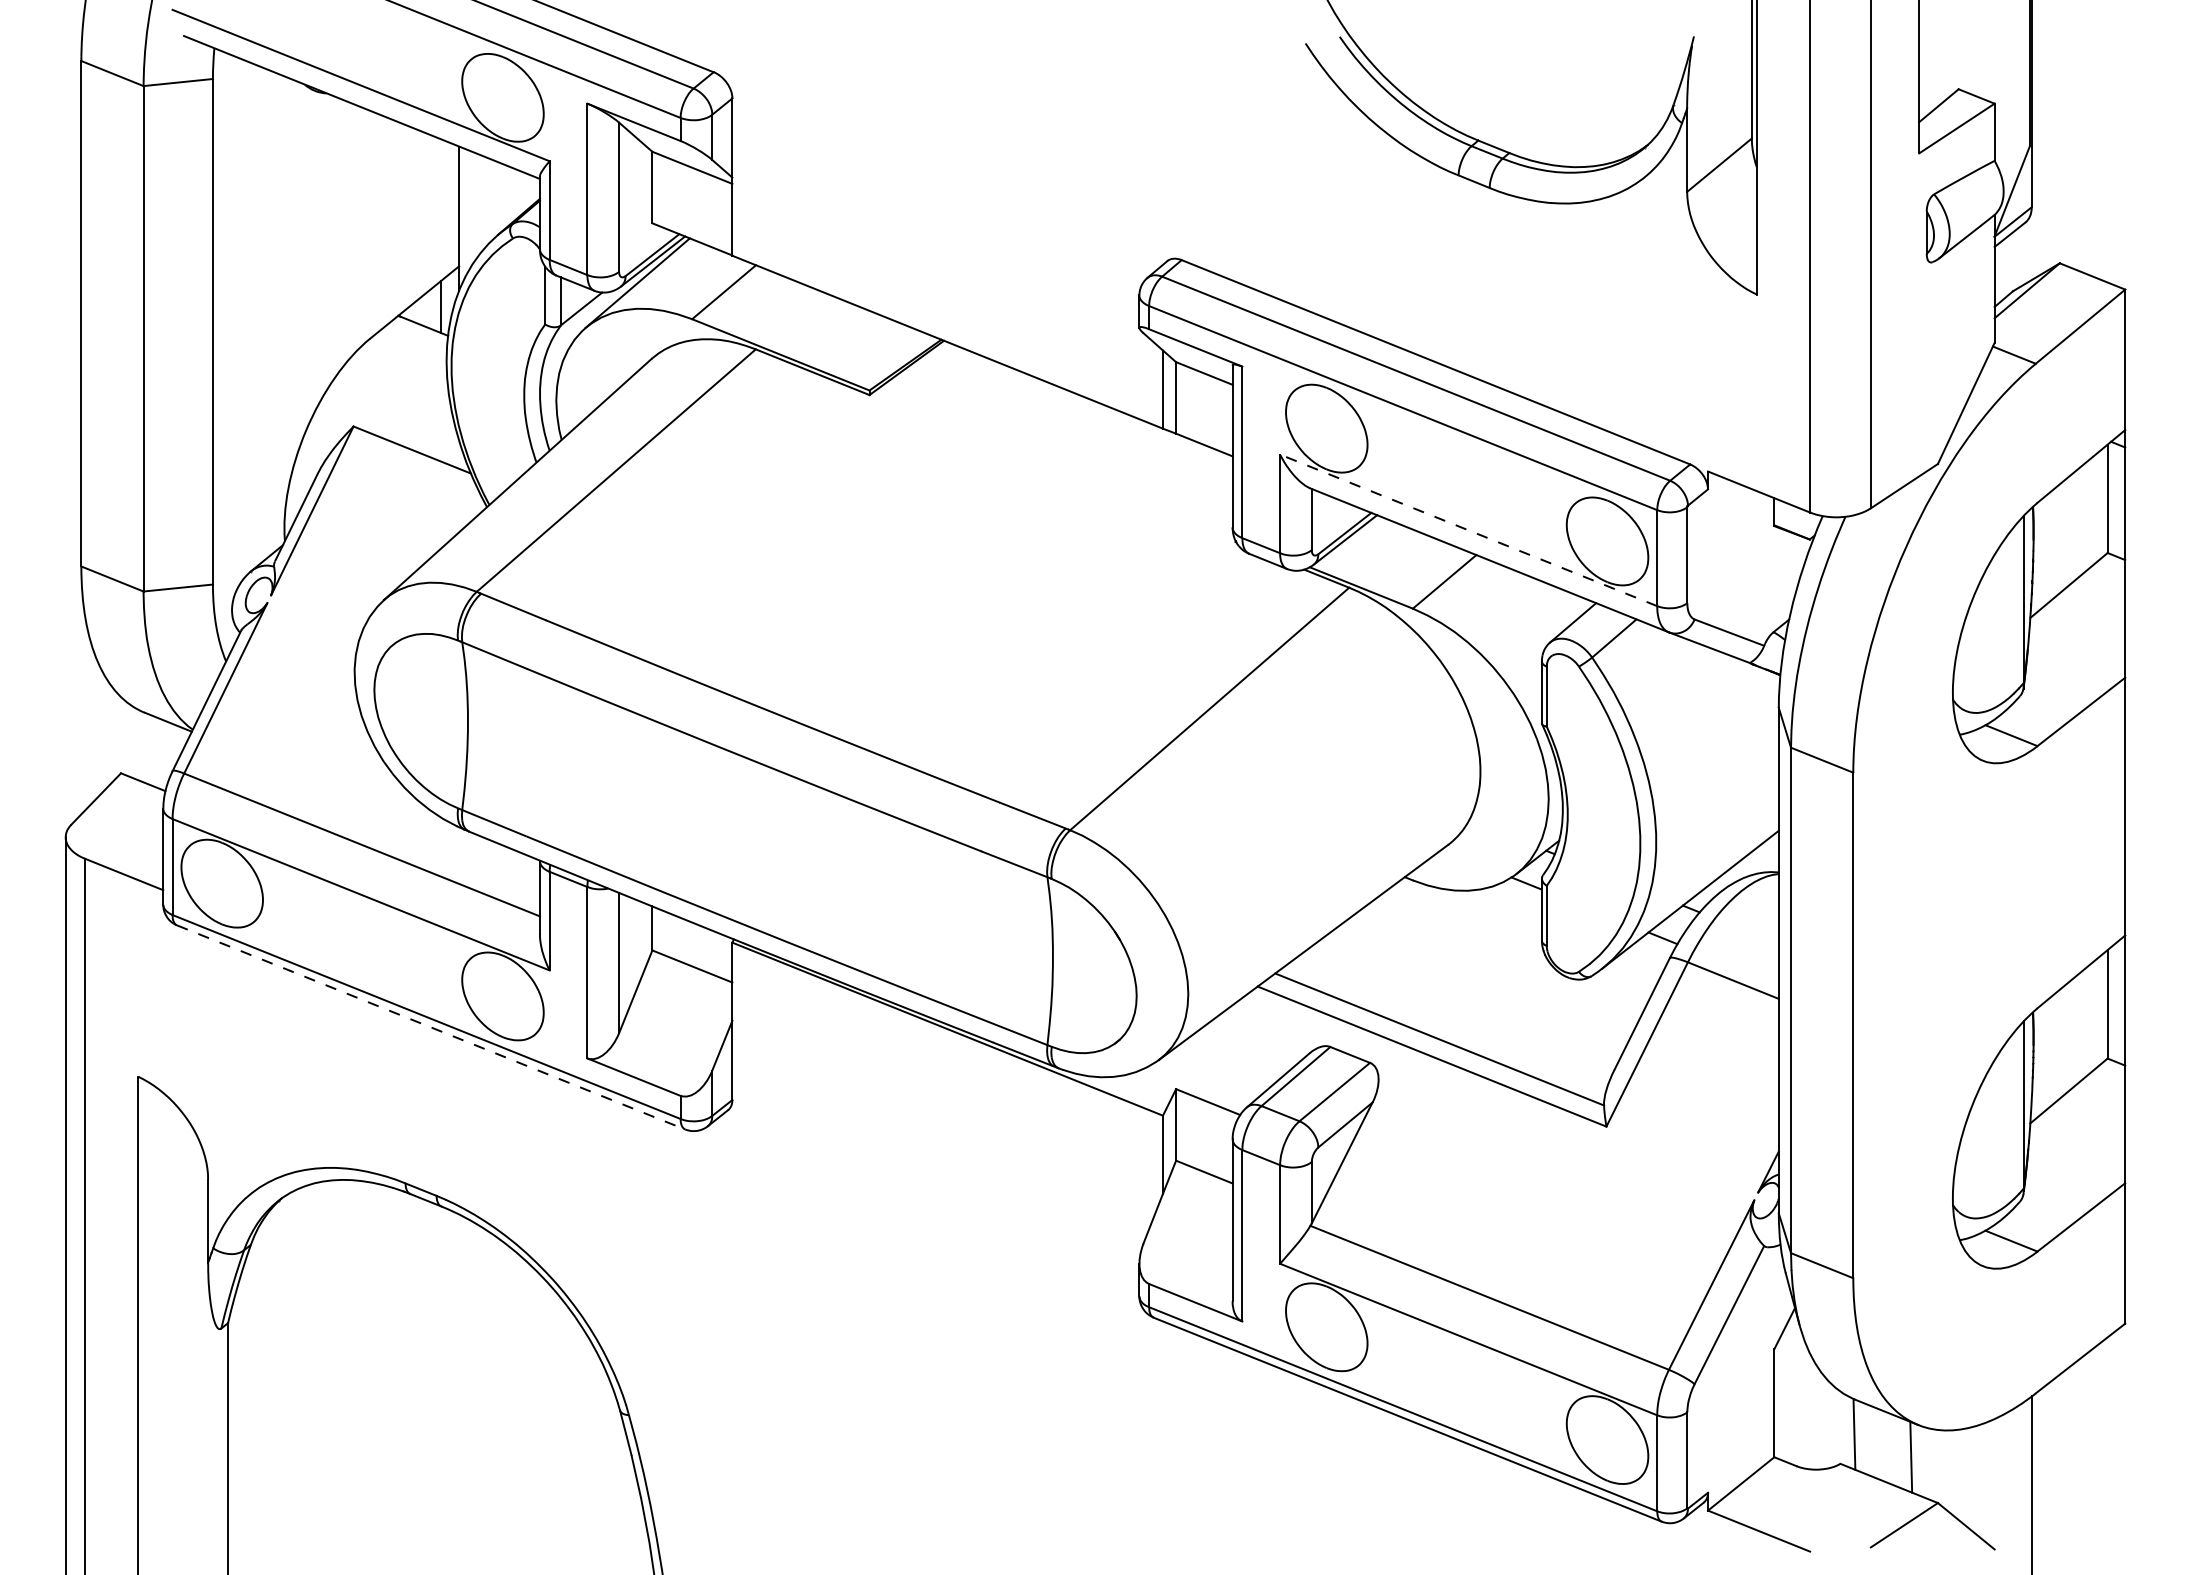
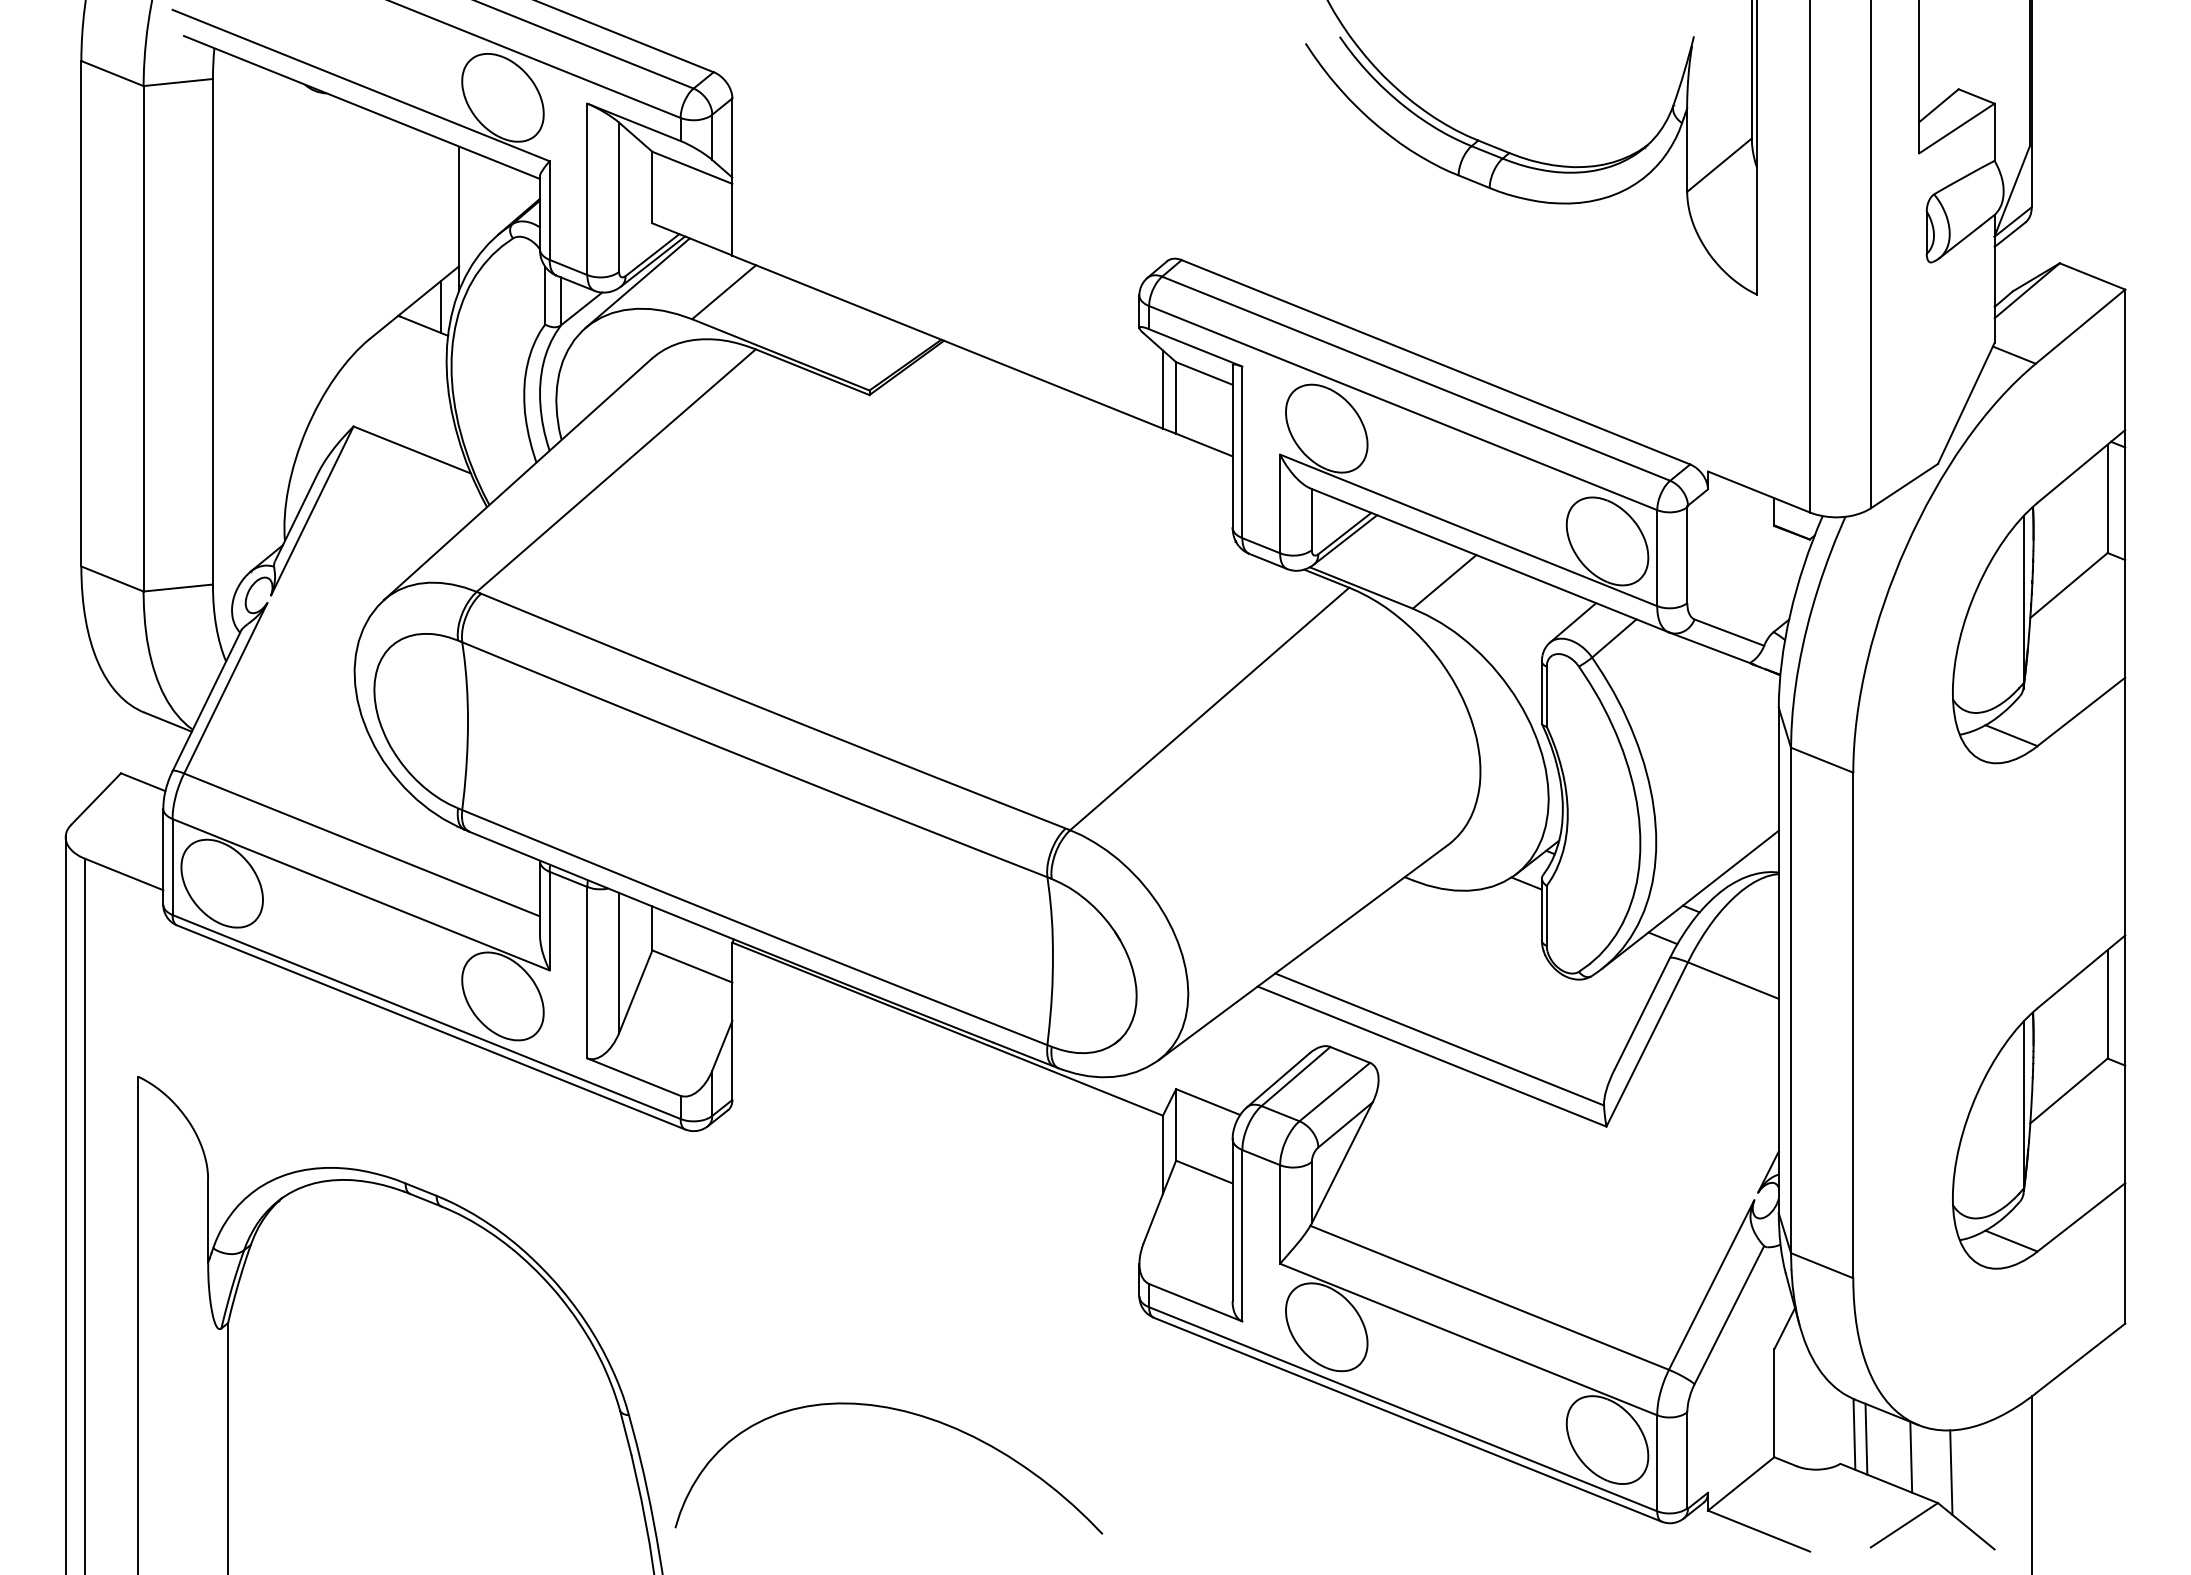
line at (1468, 530): dashed -> solid
line at (431, 1027): dashed -> solid
curve at (904, 1412): none -> present
line at (1866, 1438): none -> present
line at (1951, 1472): none -> present
